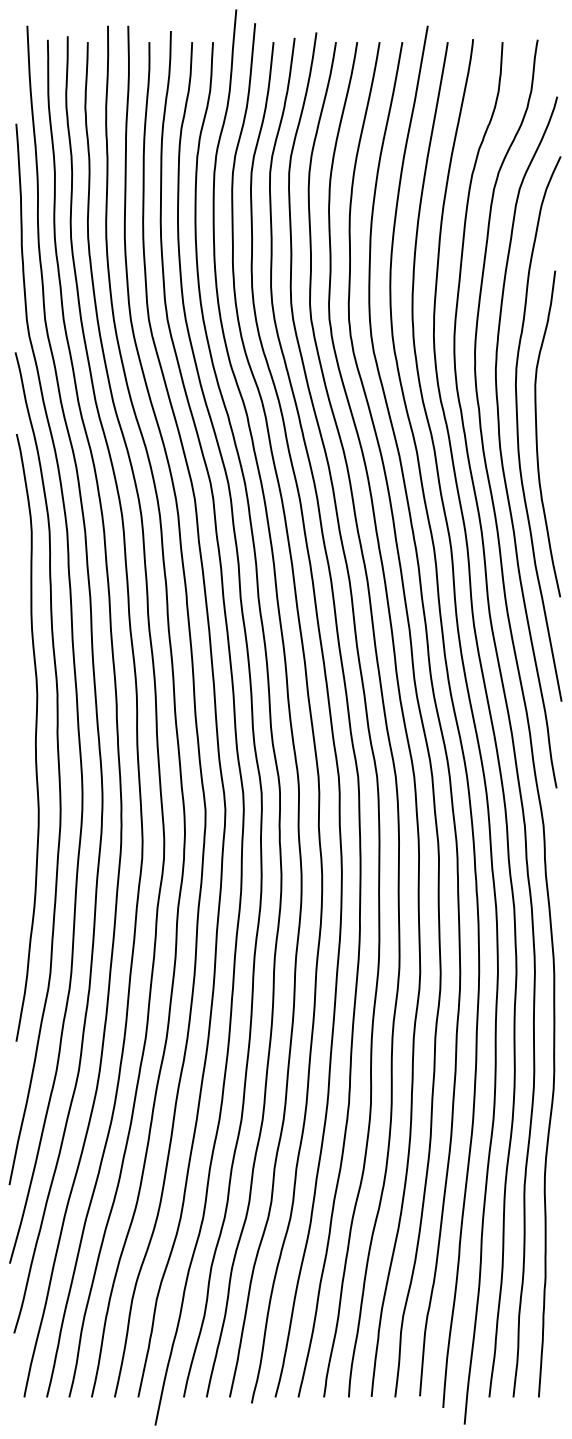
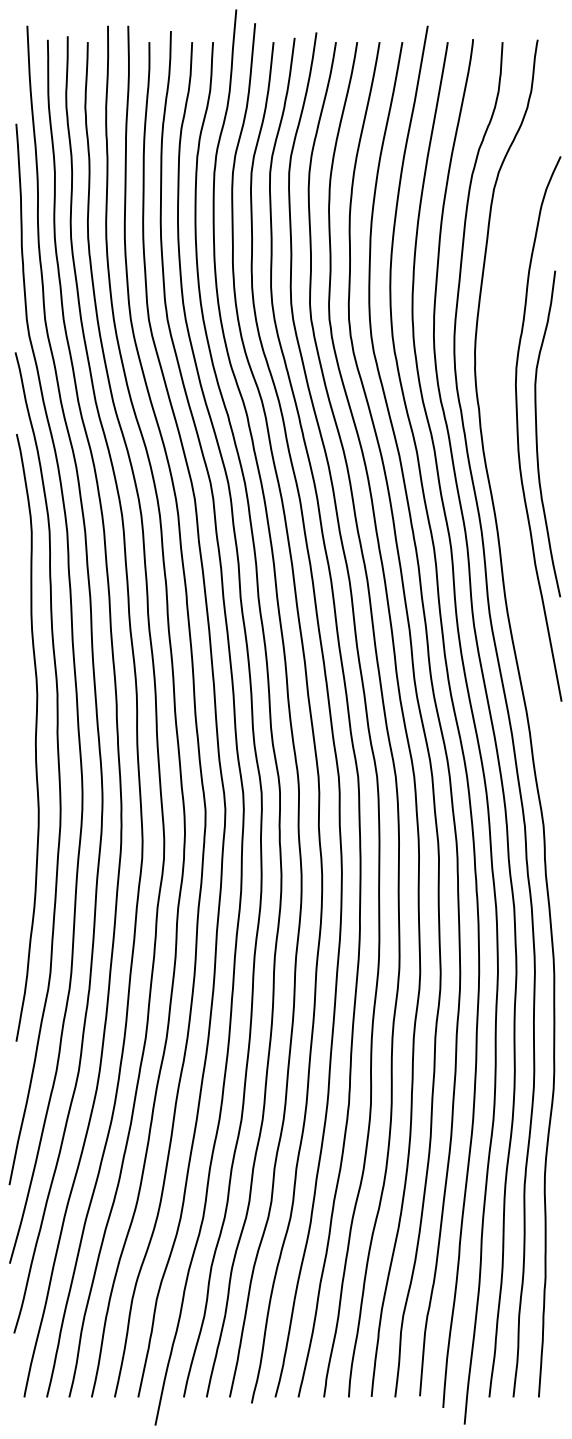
curve at (501, 447): present -> none
